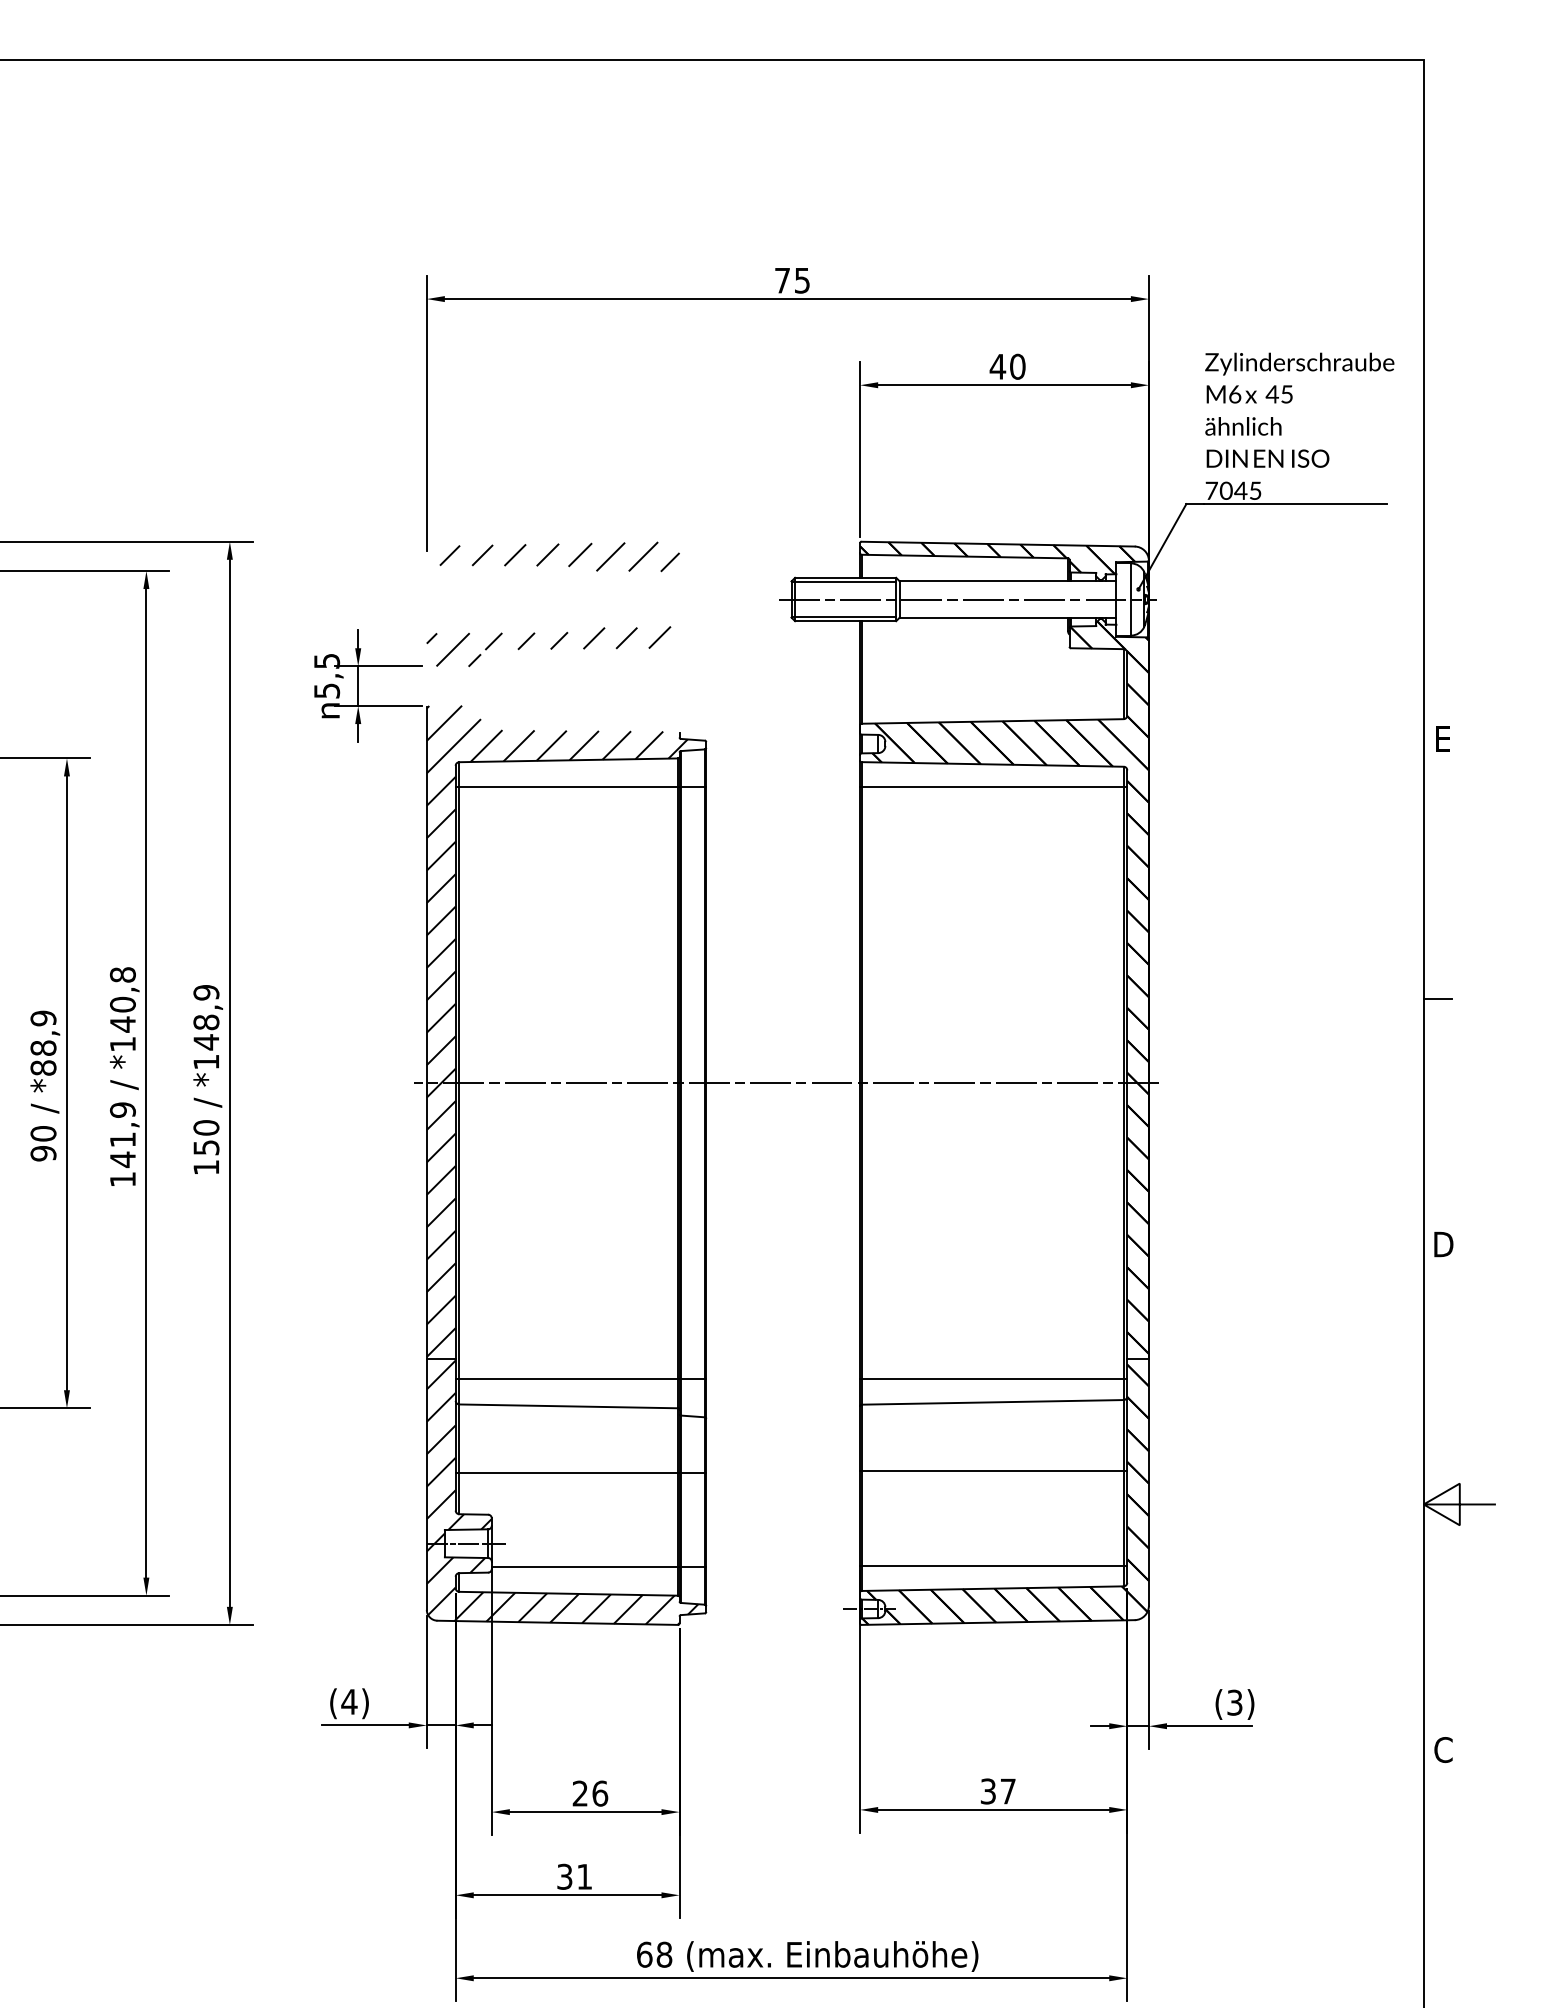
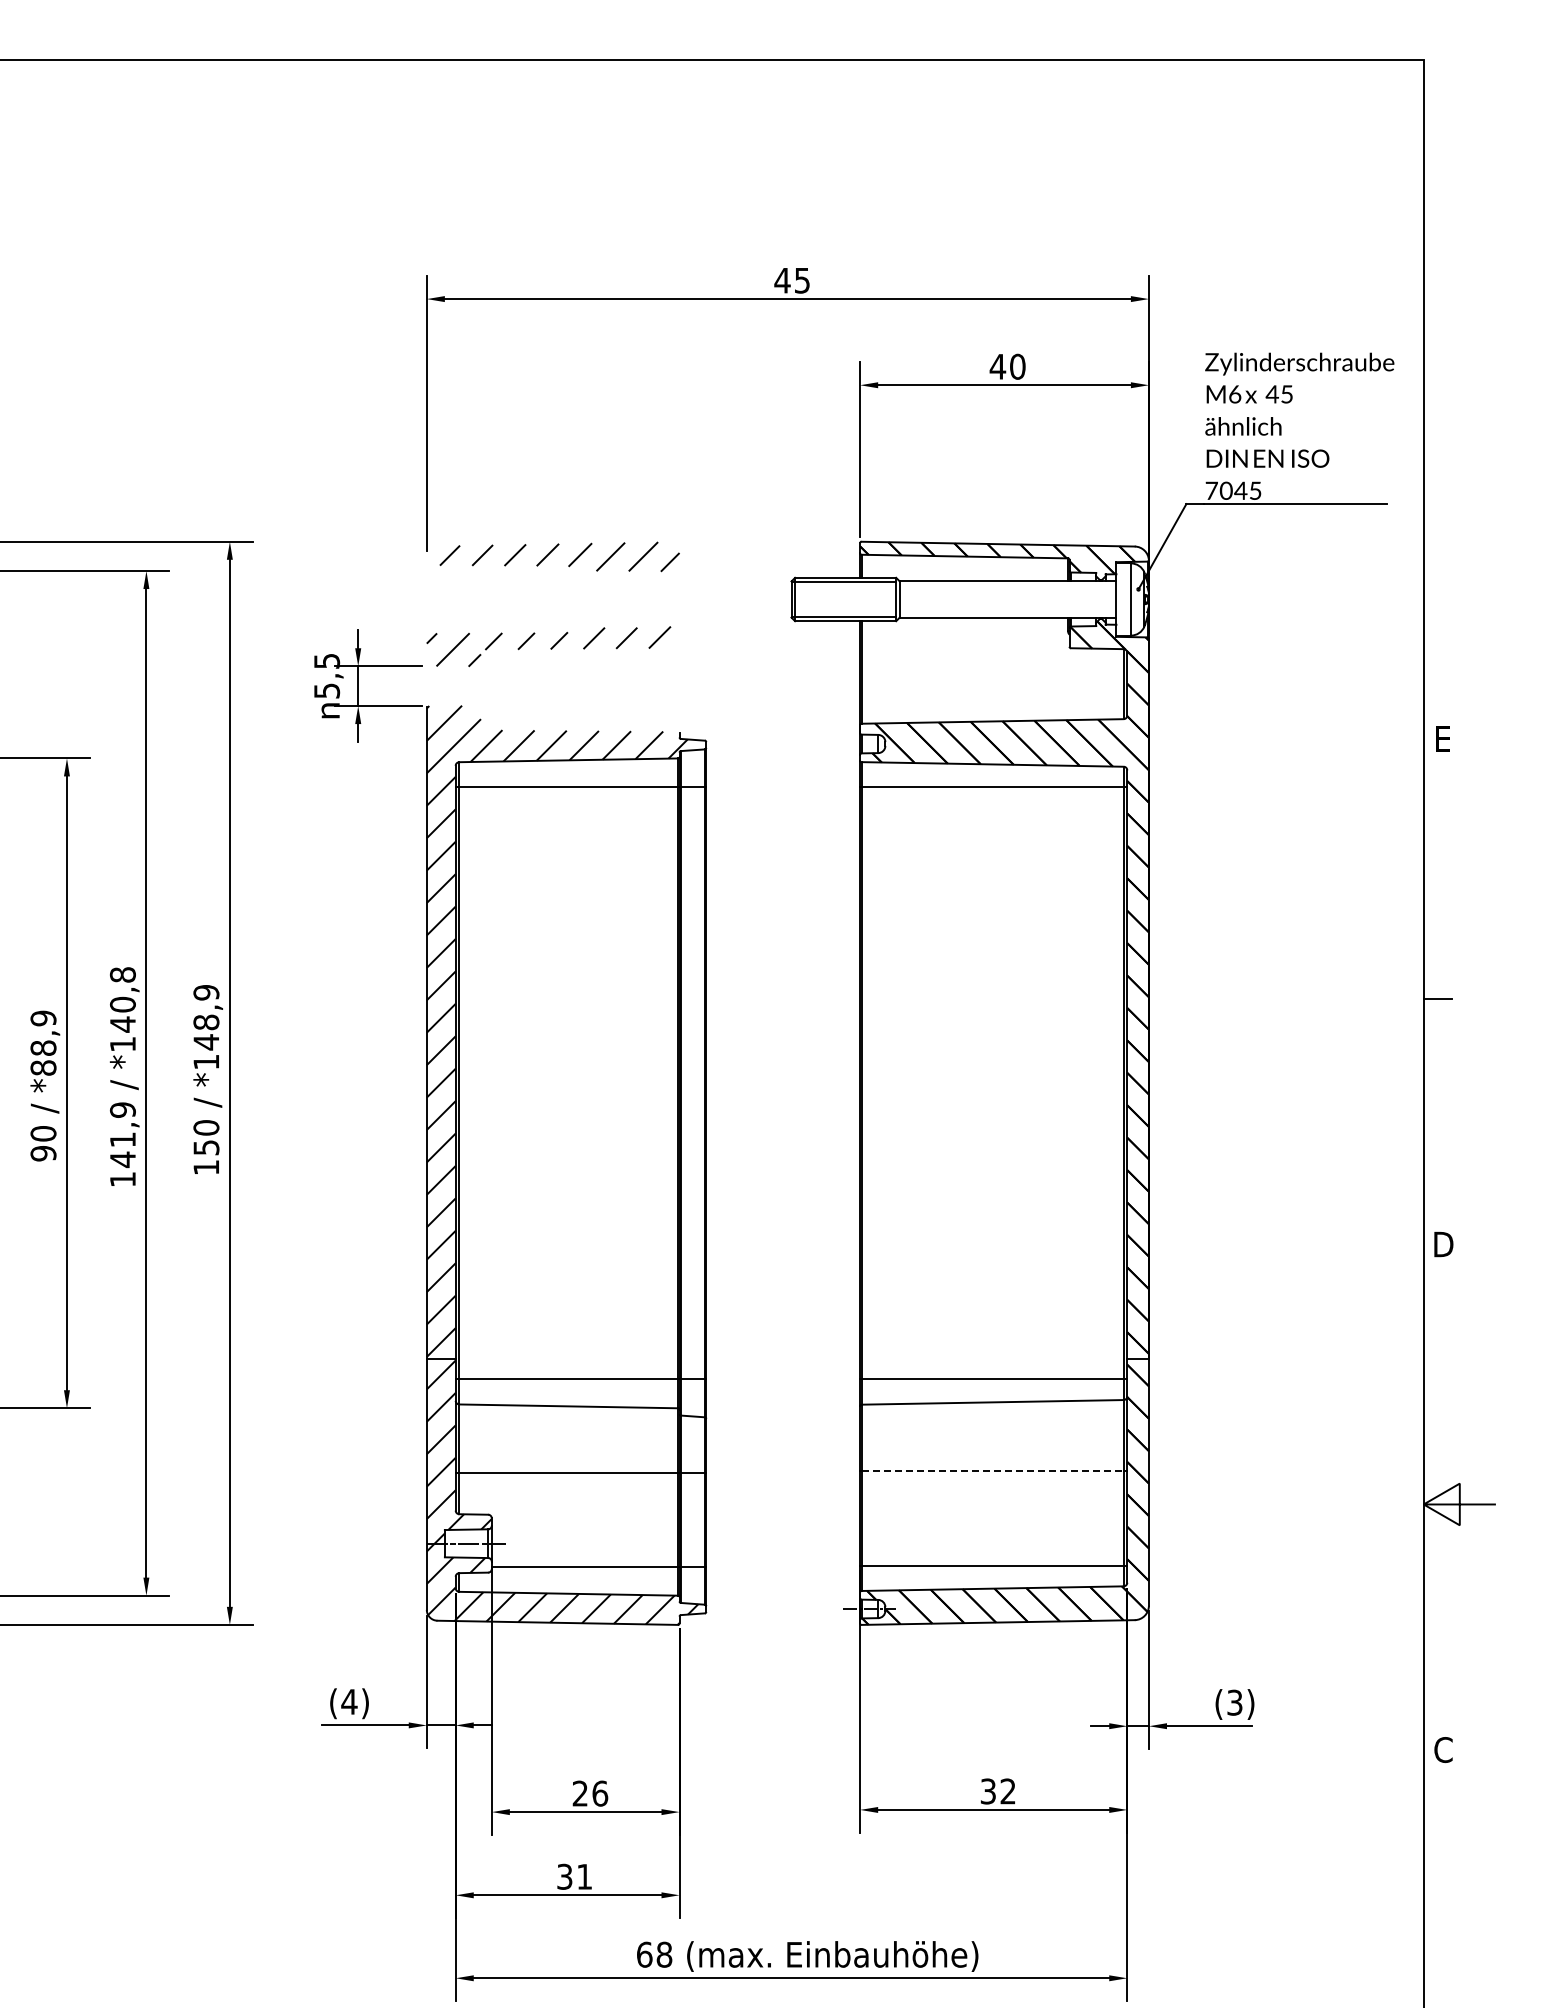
text at (782, 280): 75 -> 45
line at (967, 599): present -> none
line at (786, 1083): present -> none
line at (993, 1471): solid -> dashed
text at (1007, 1791): 37 -> 32
